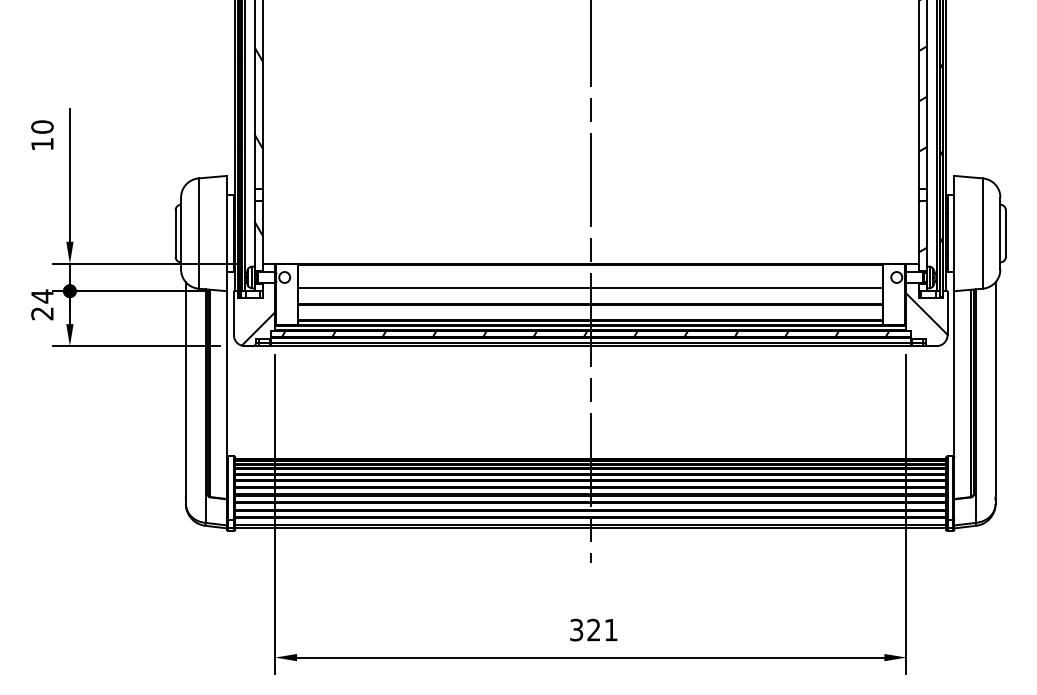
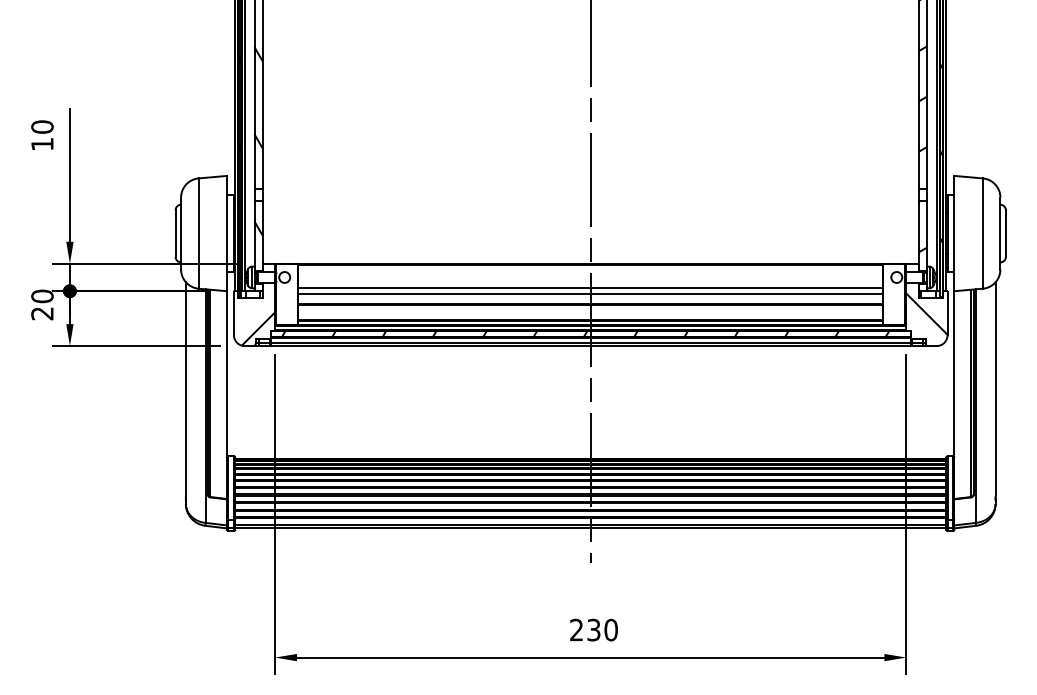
line at (590, 293): none -> present
text at (42, 296): 24 -> 20
text at (593, 629): 321 -> 230
